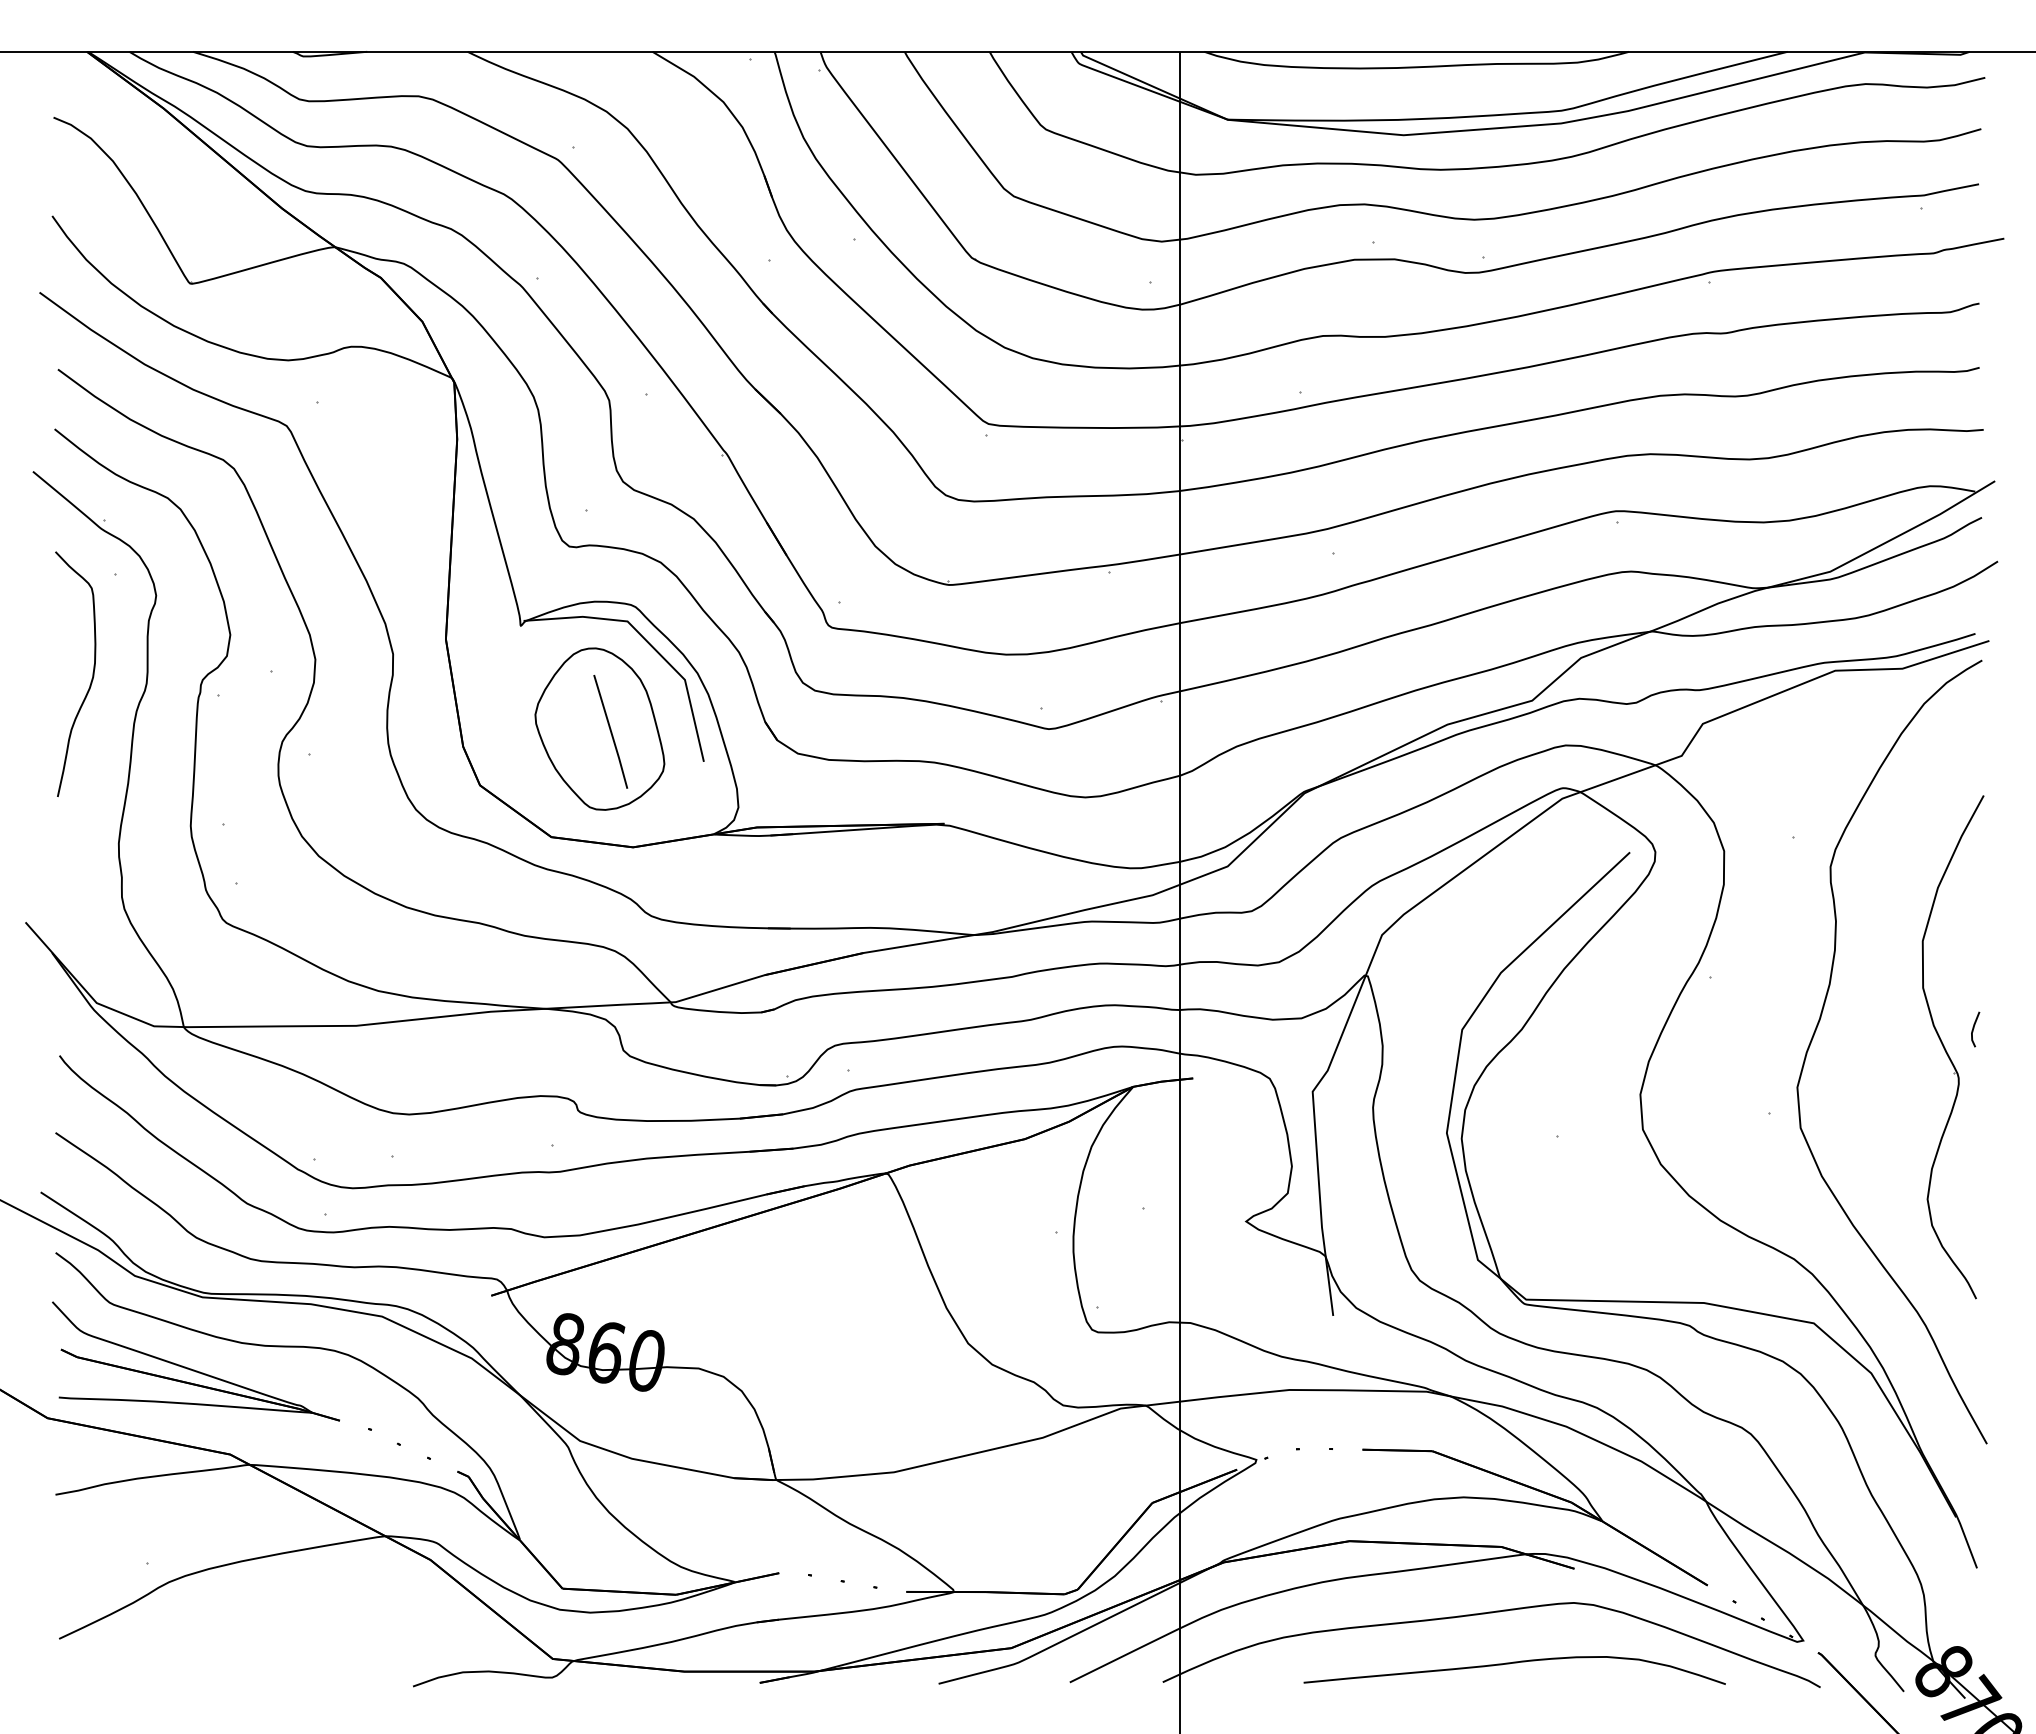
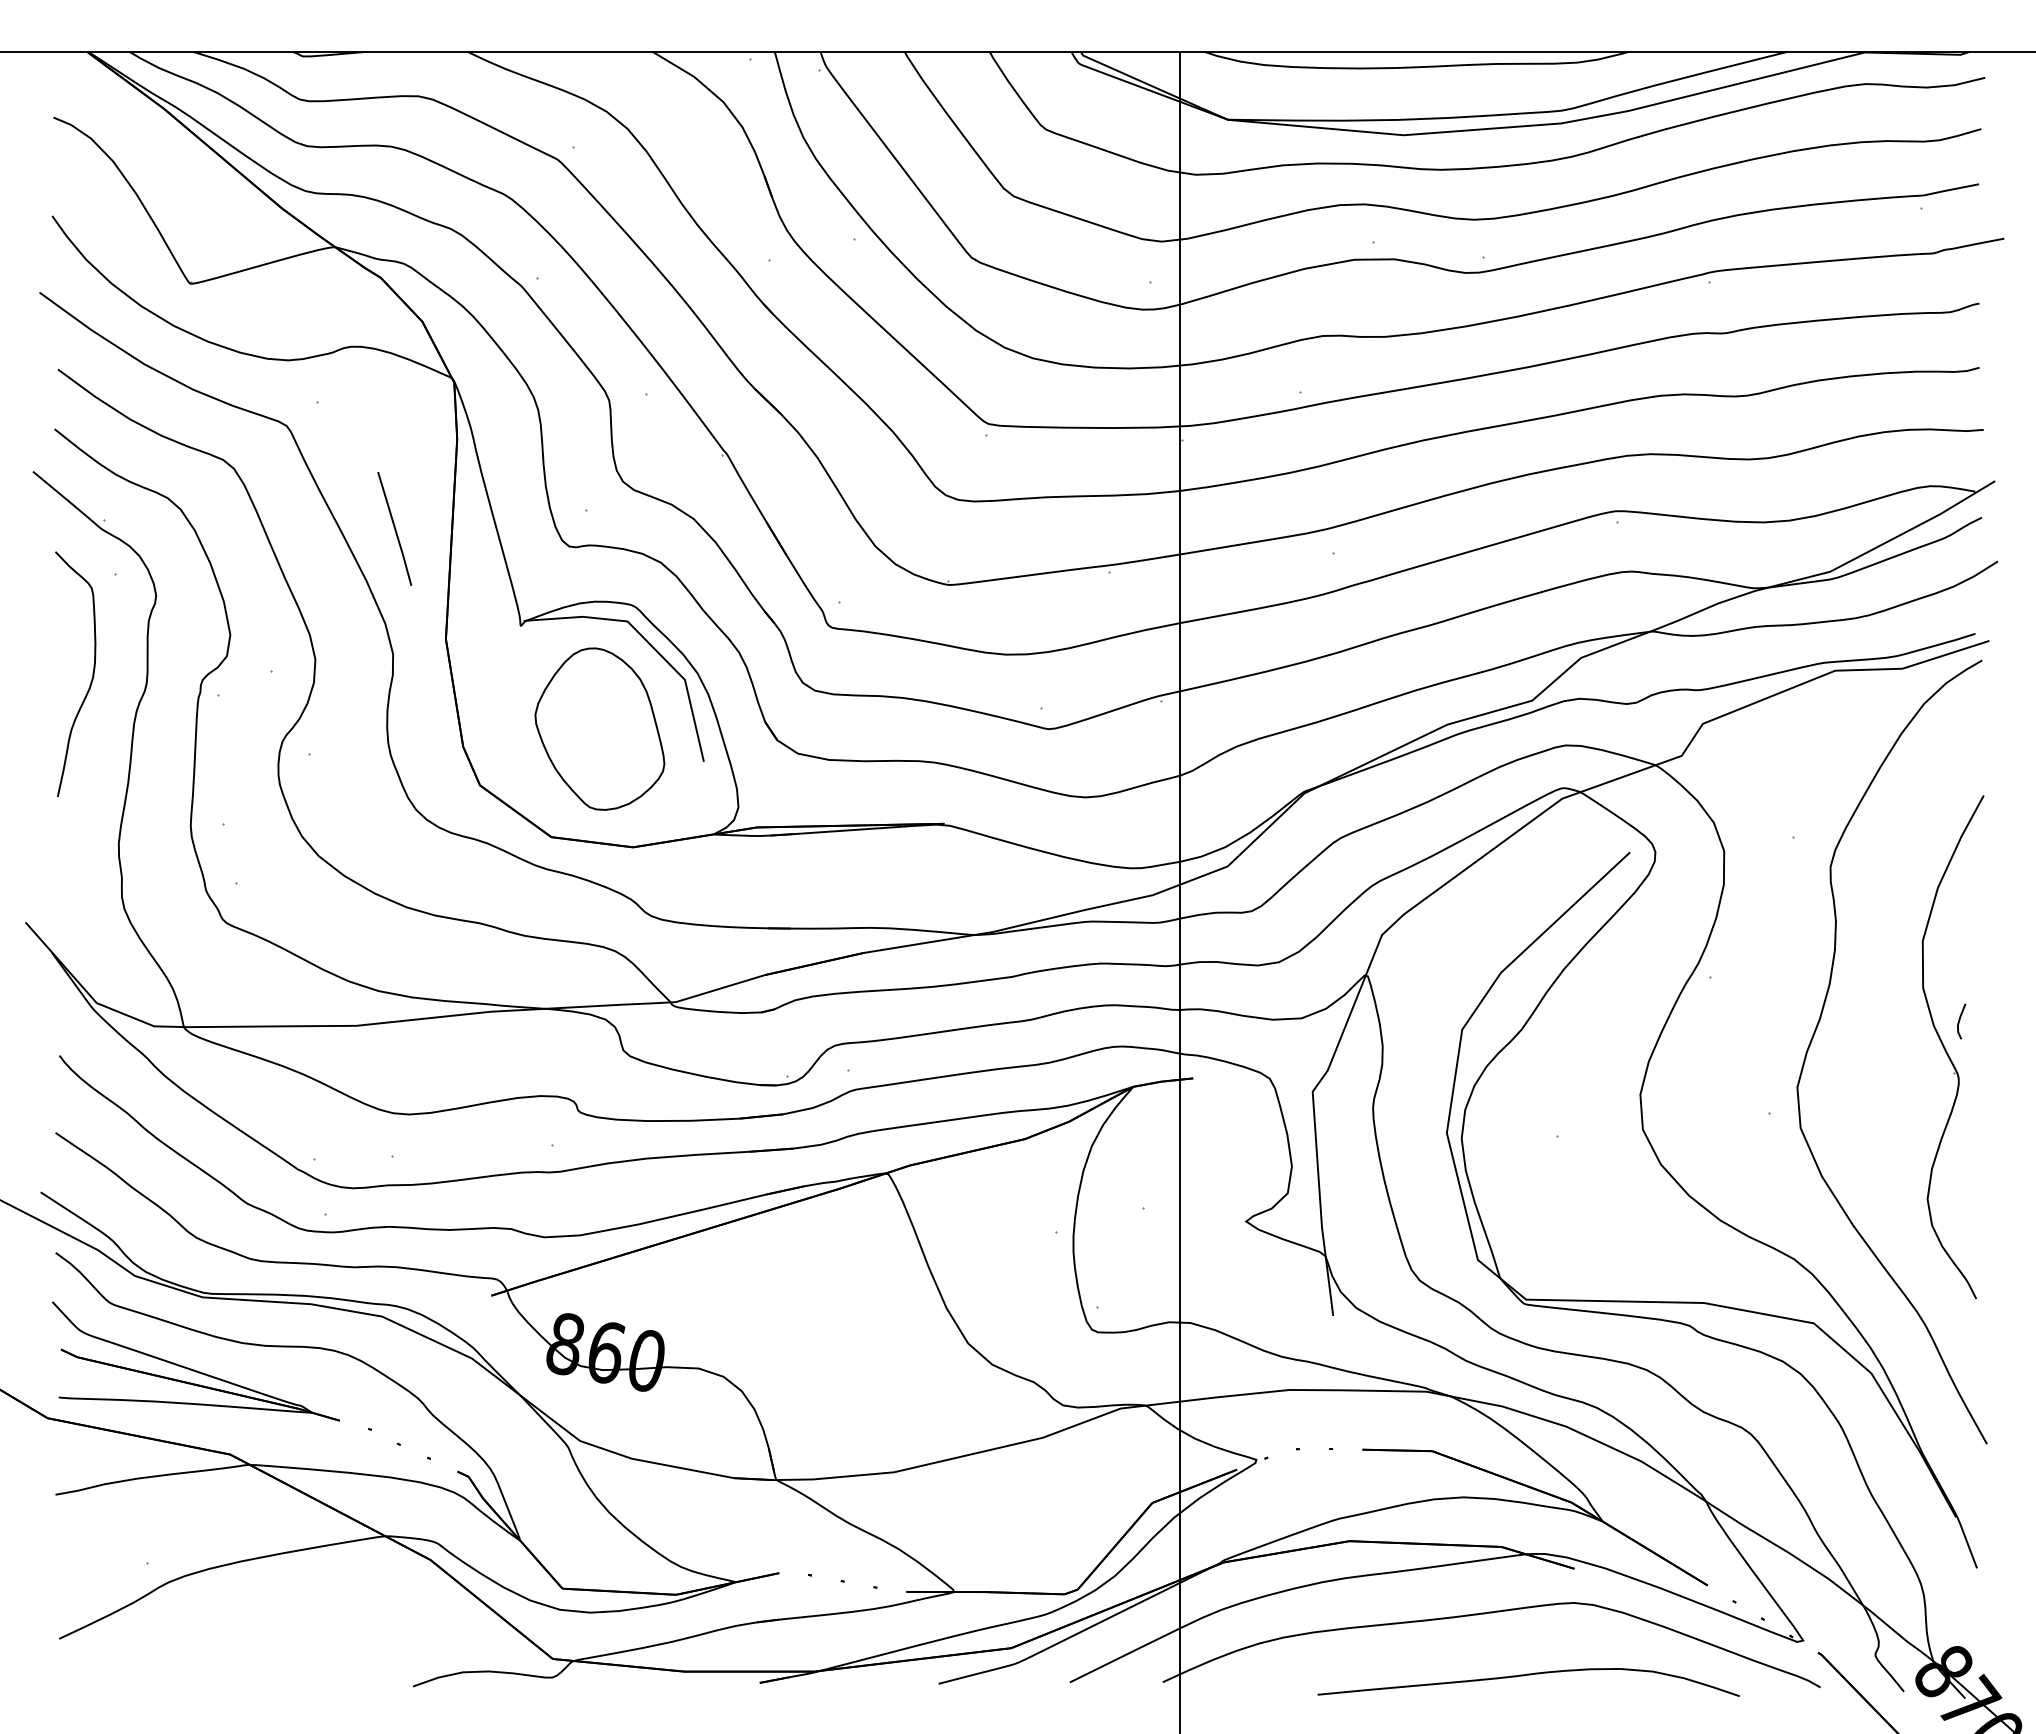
line at (610, 731) position: (610, 731) -> (394, 528)
line at (1974, 1028) position: (1974, 1028) -> (1960, 1020)
curve at (1514, 1663) position: (1514, 1663) -> (1528, 1675)
